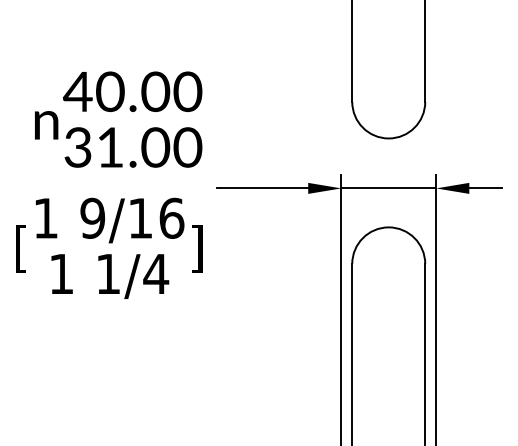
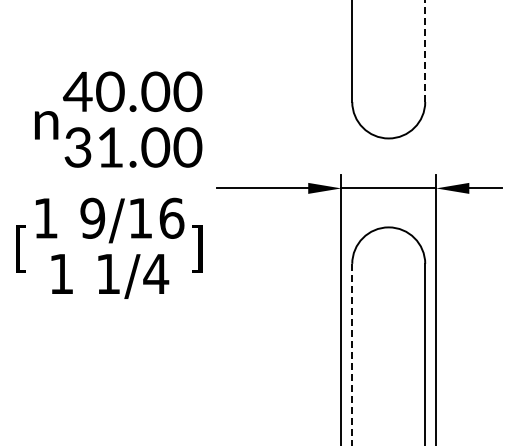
line at (425, 51): solid -> dashed
line at (352, 354): solid -> dashed
